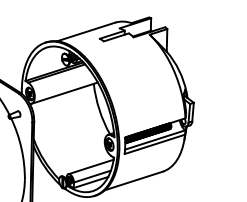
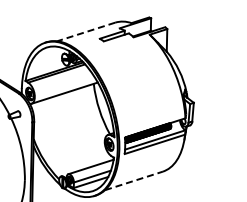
line at (85, 32): solid -> dashed
line at (134, 180): solid -> dashed
